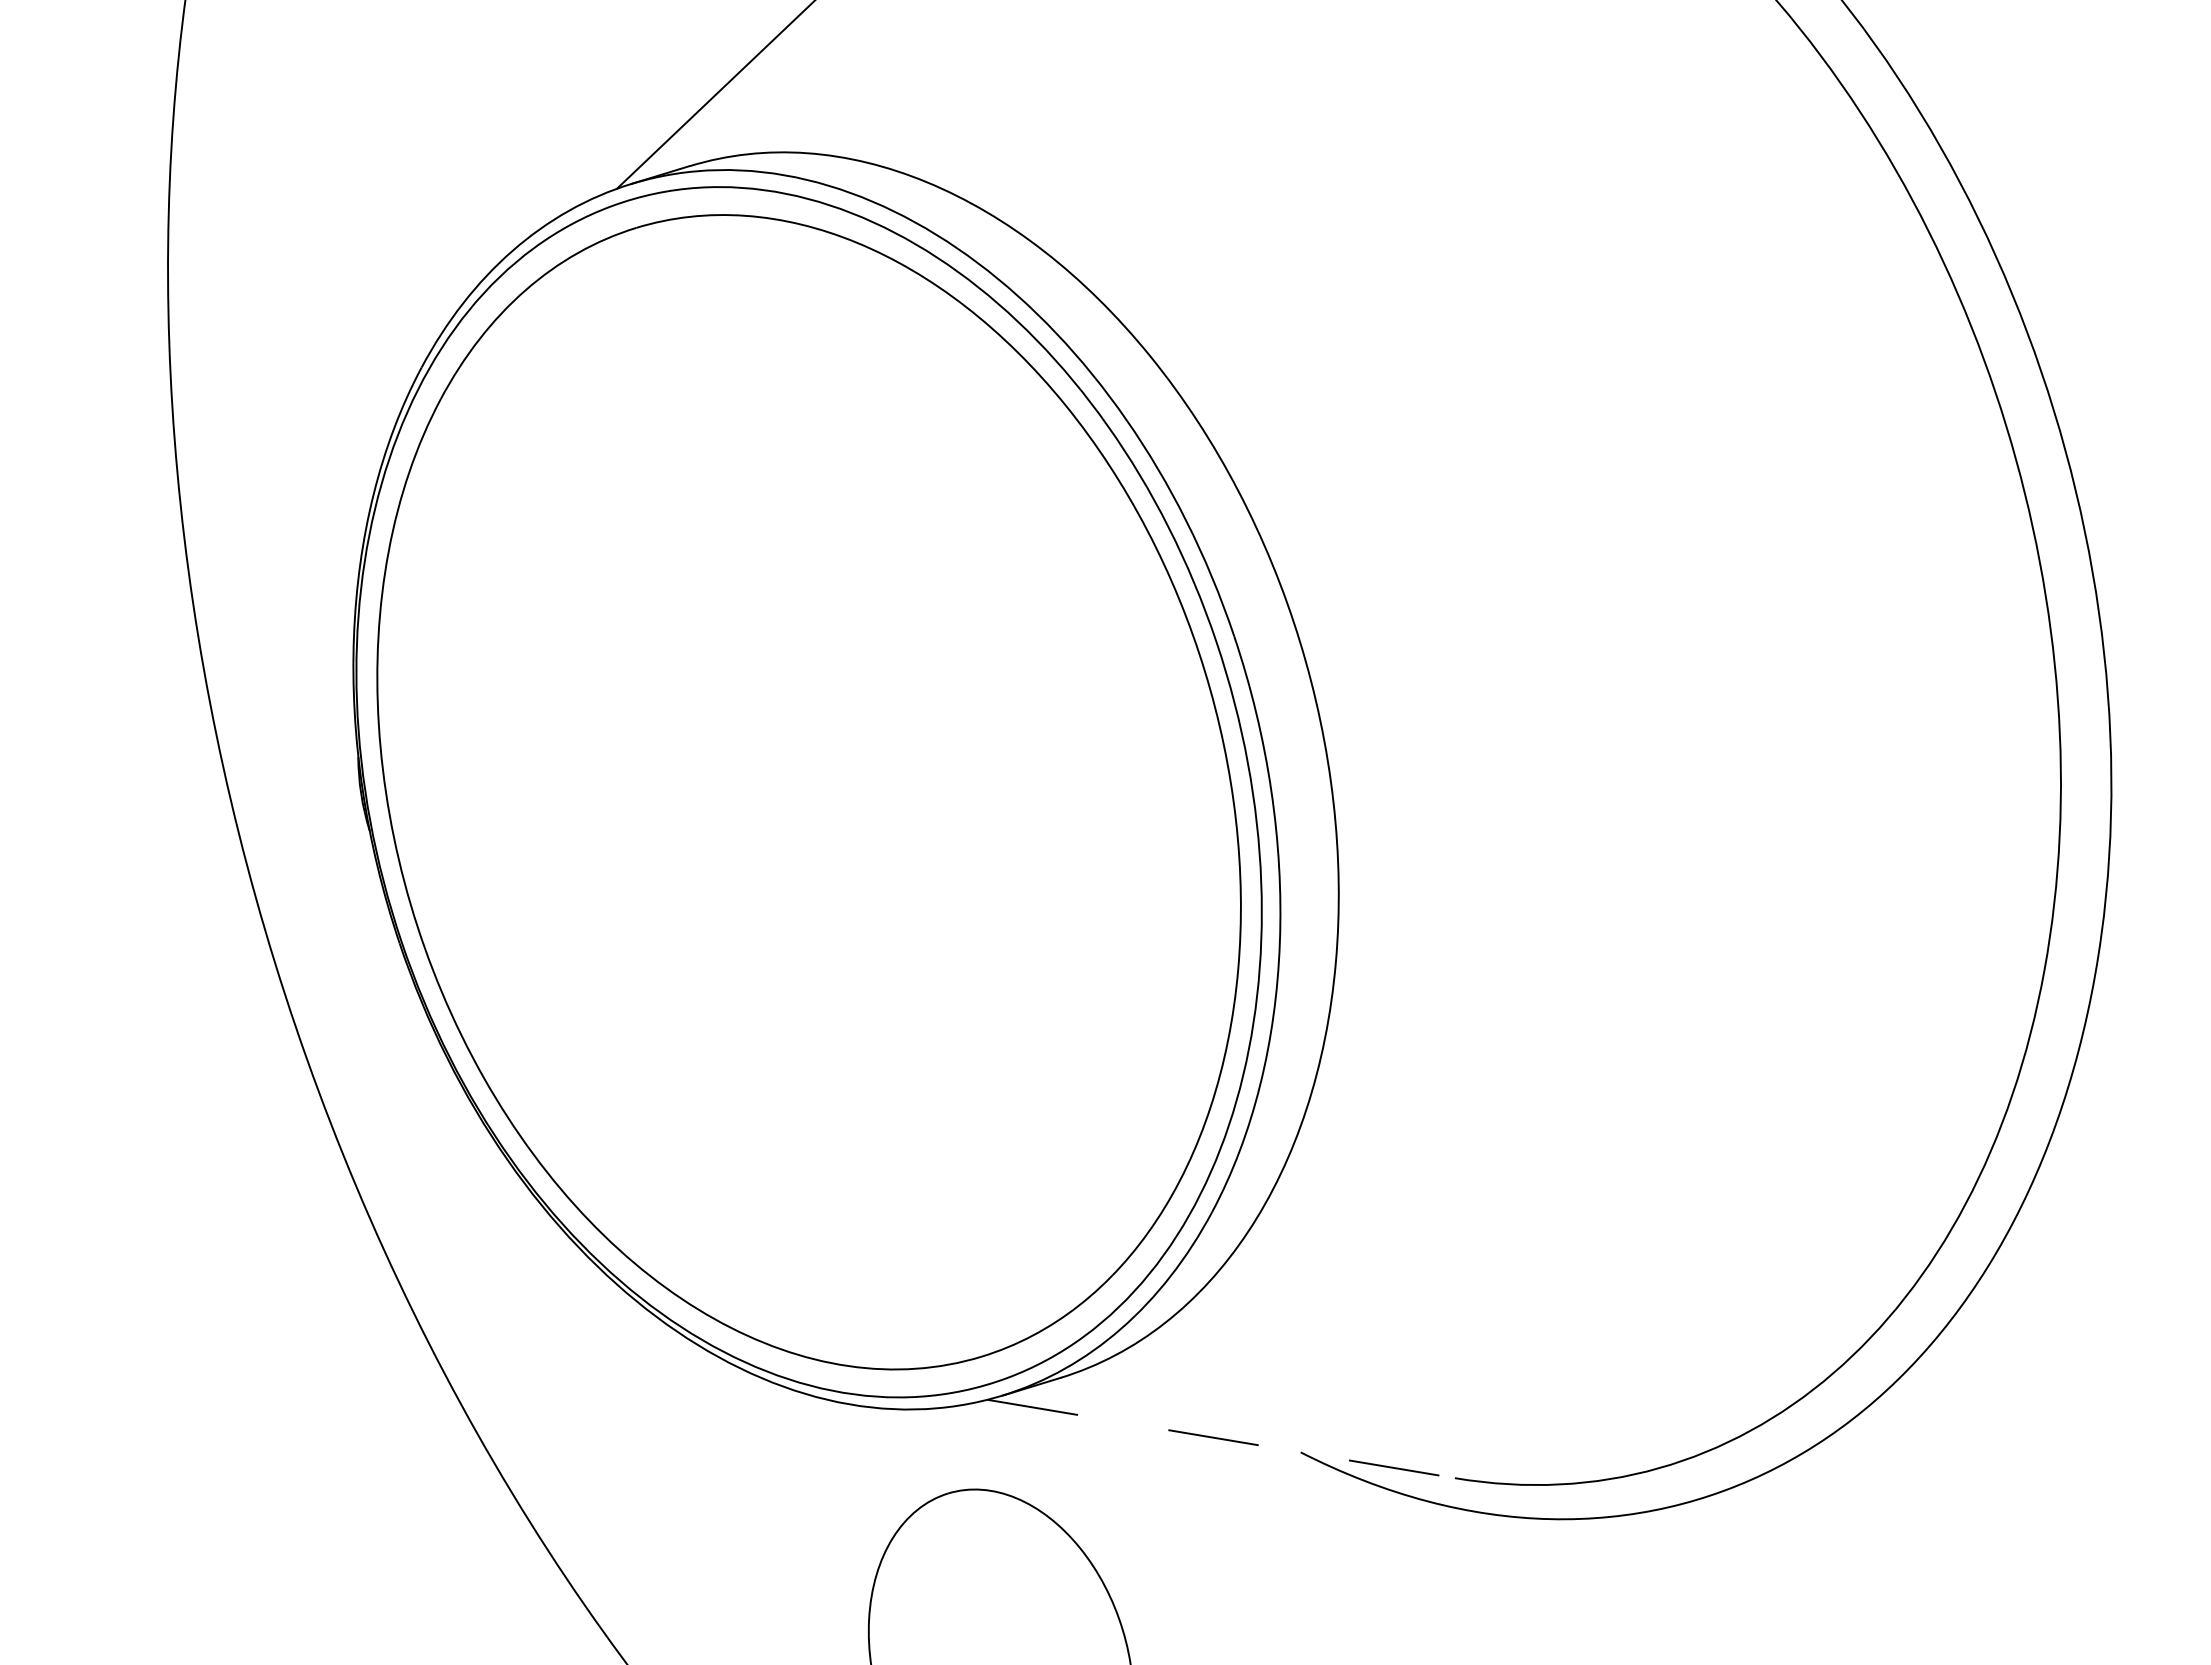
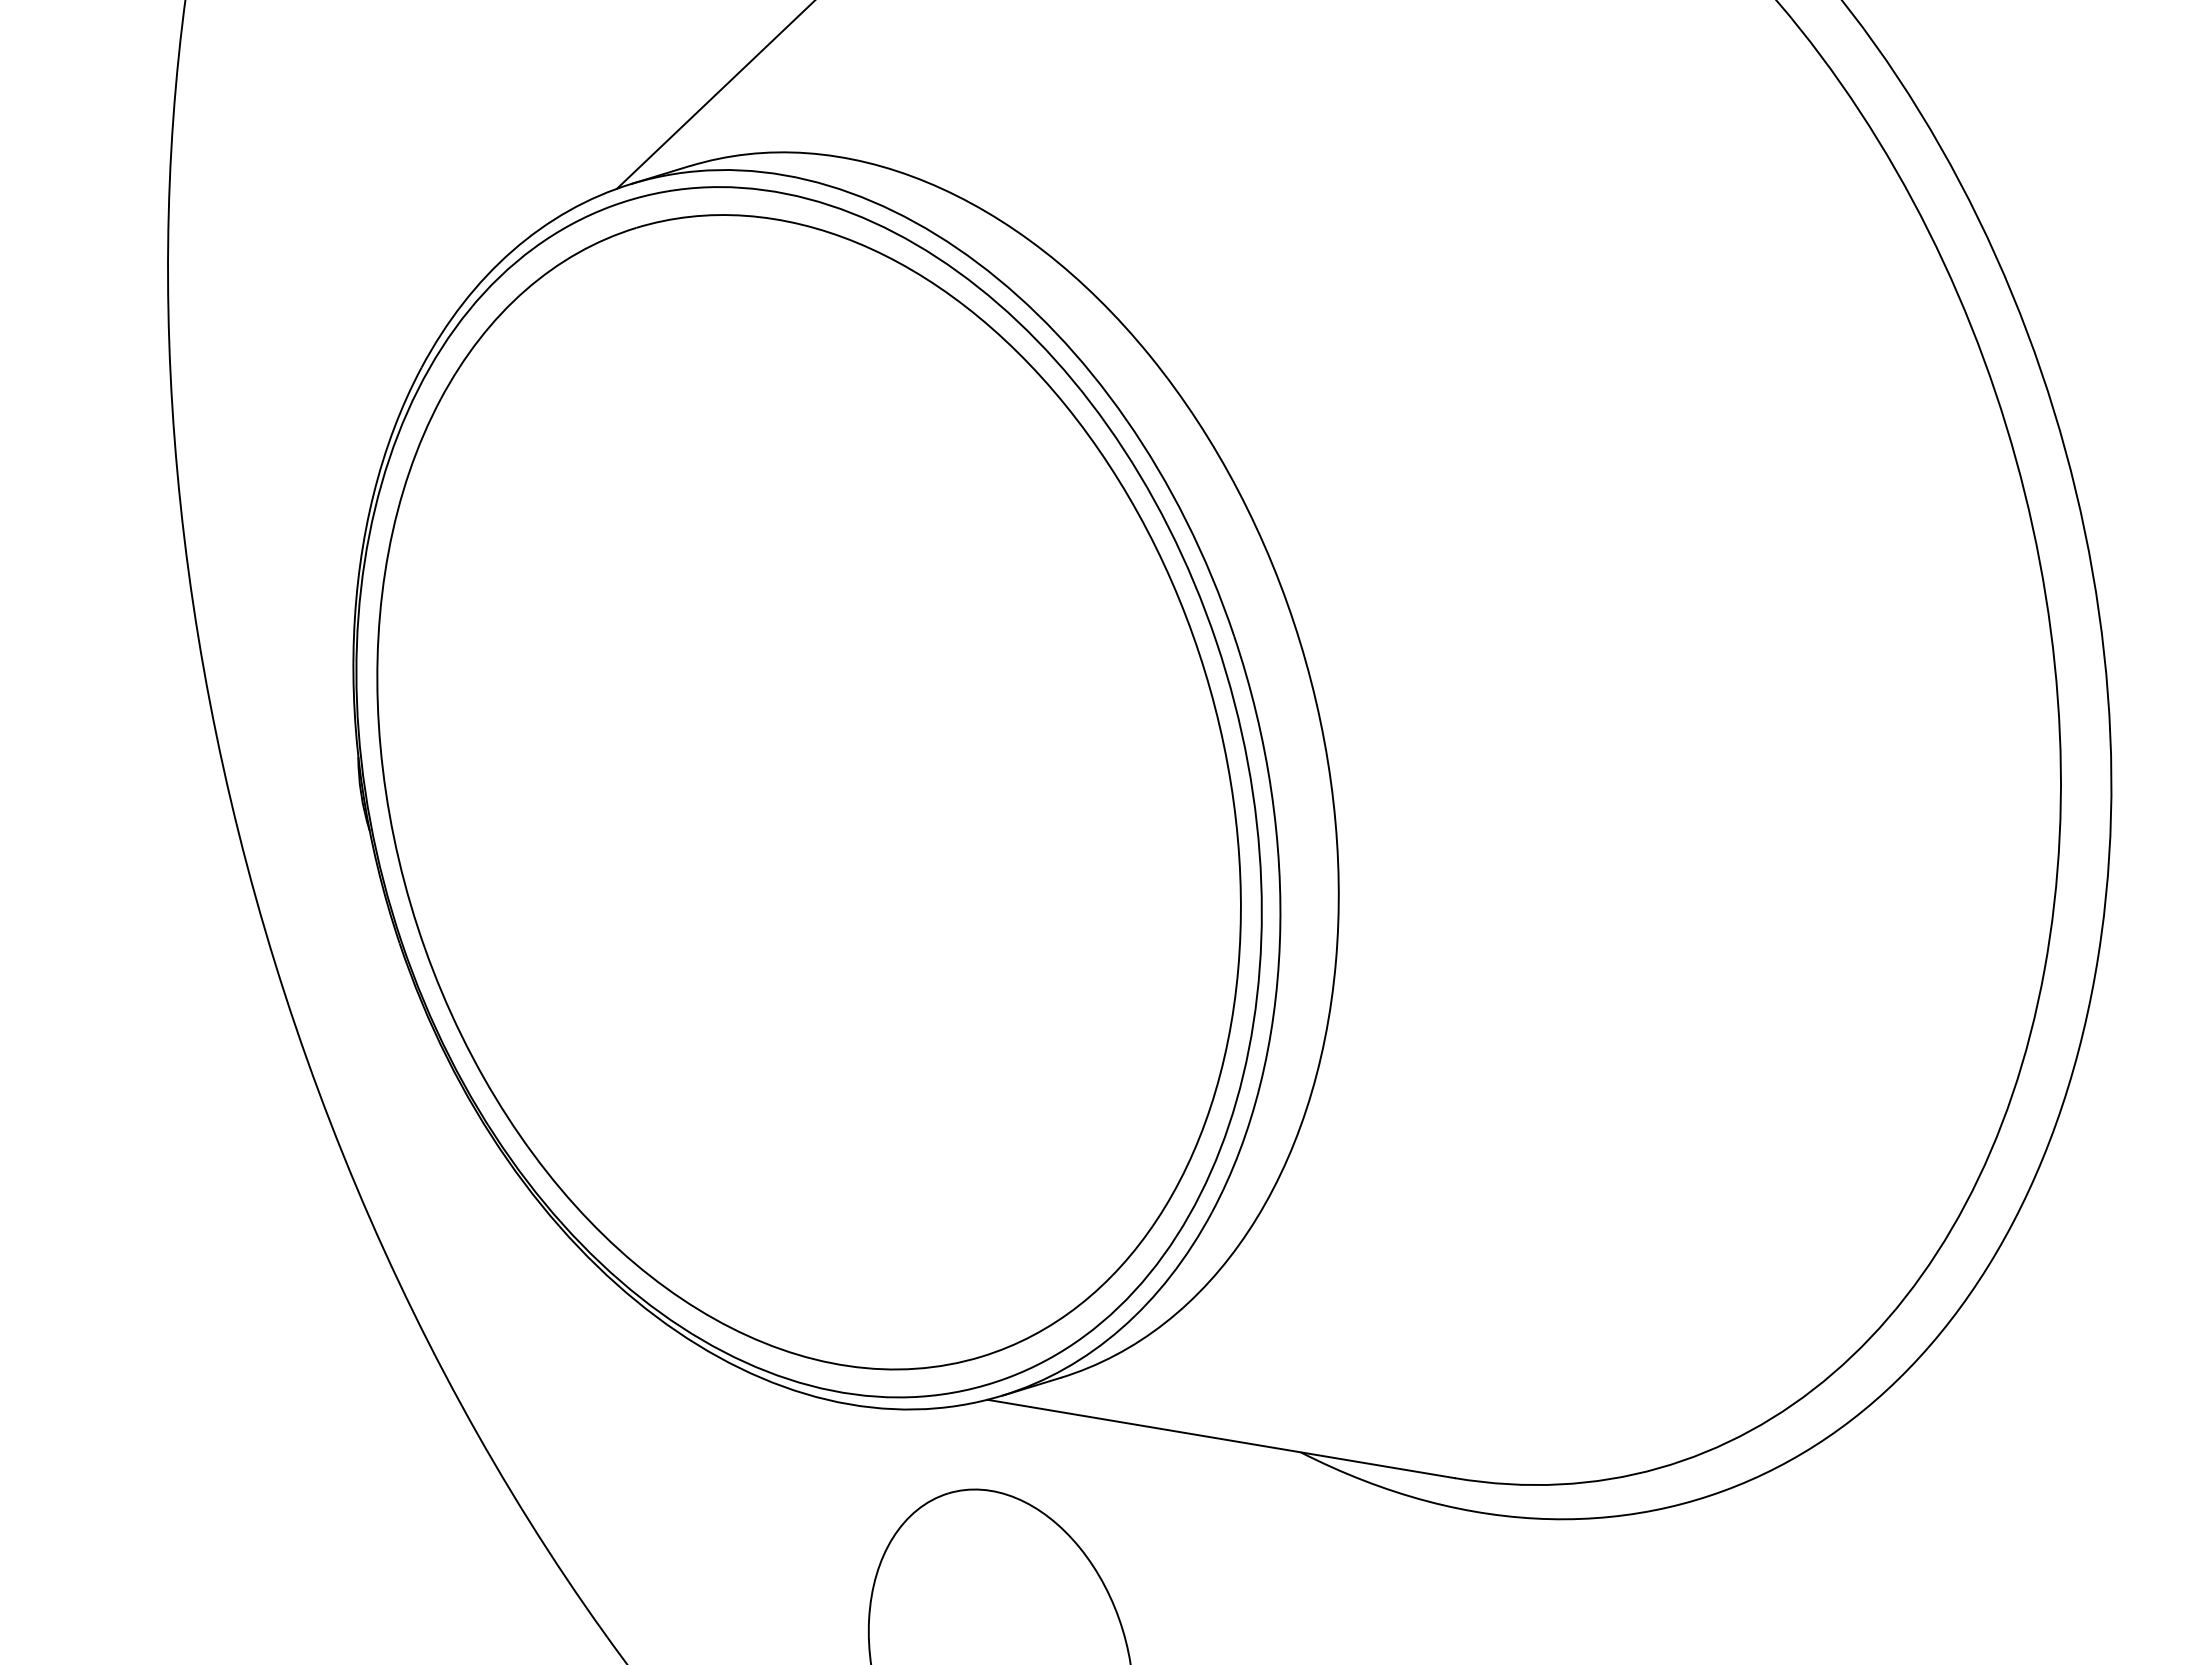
line at (1221, 1439): dashed -> solid
